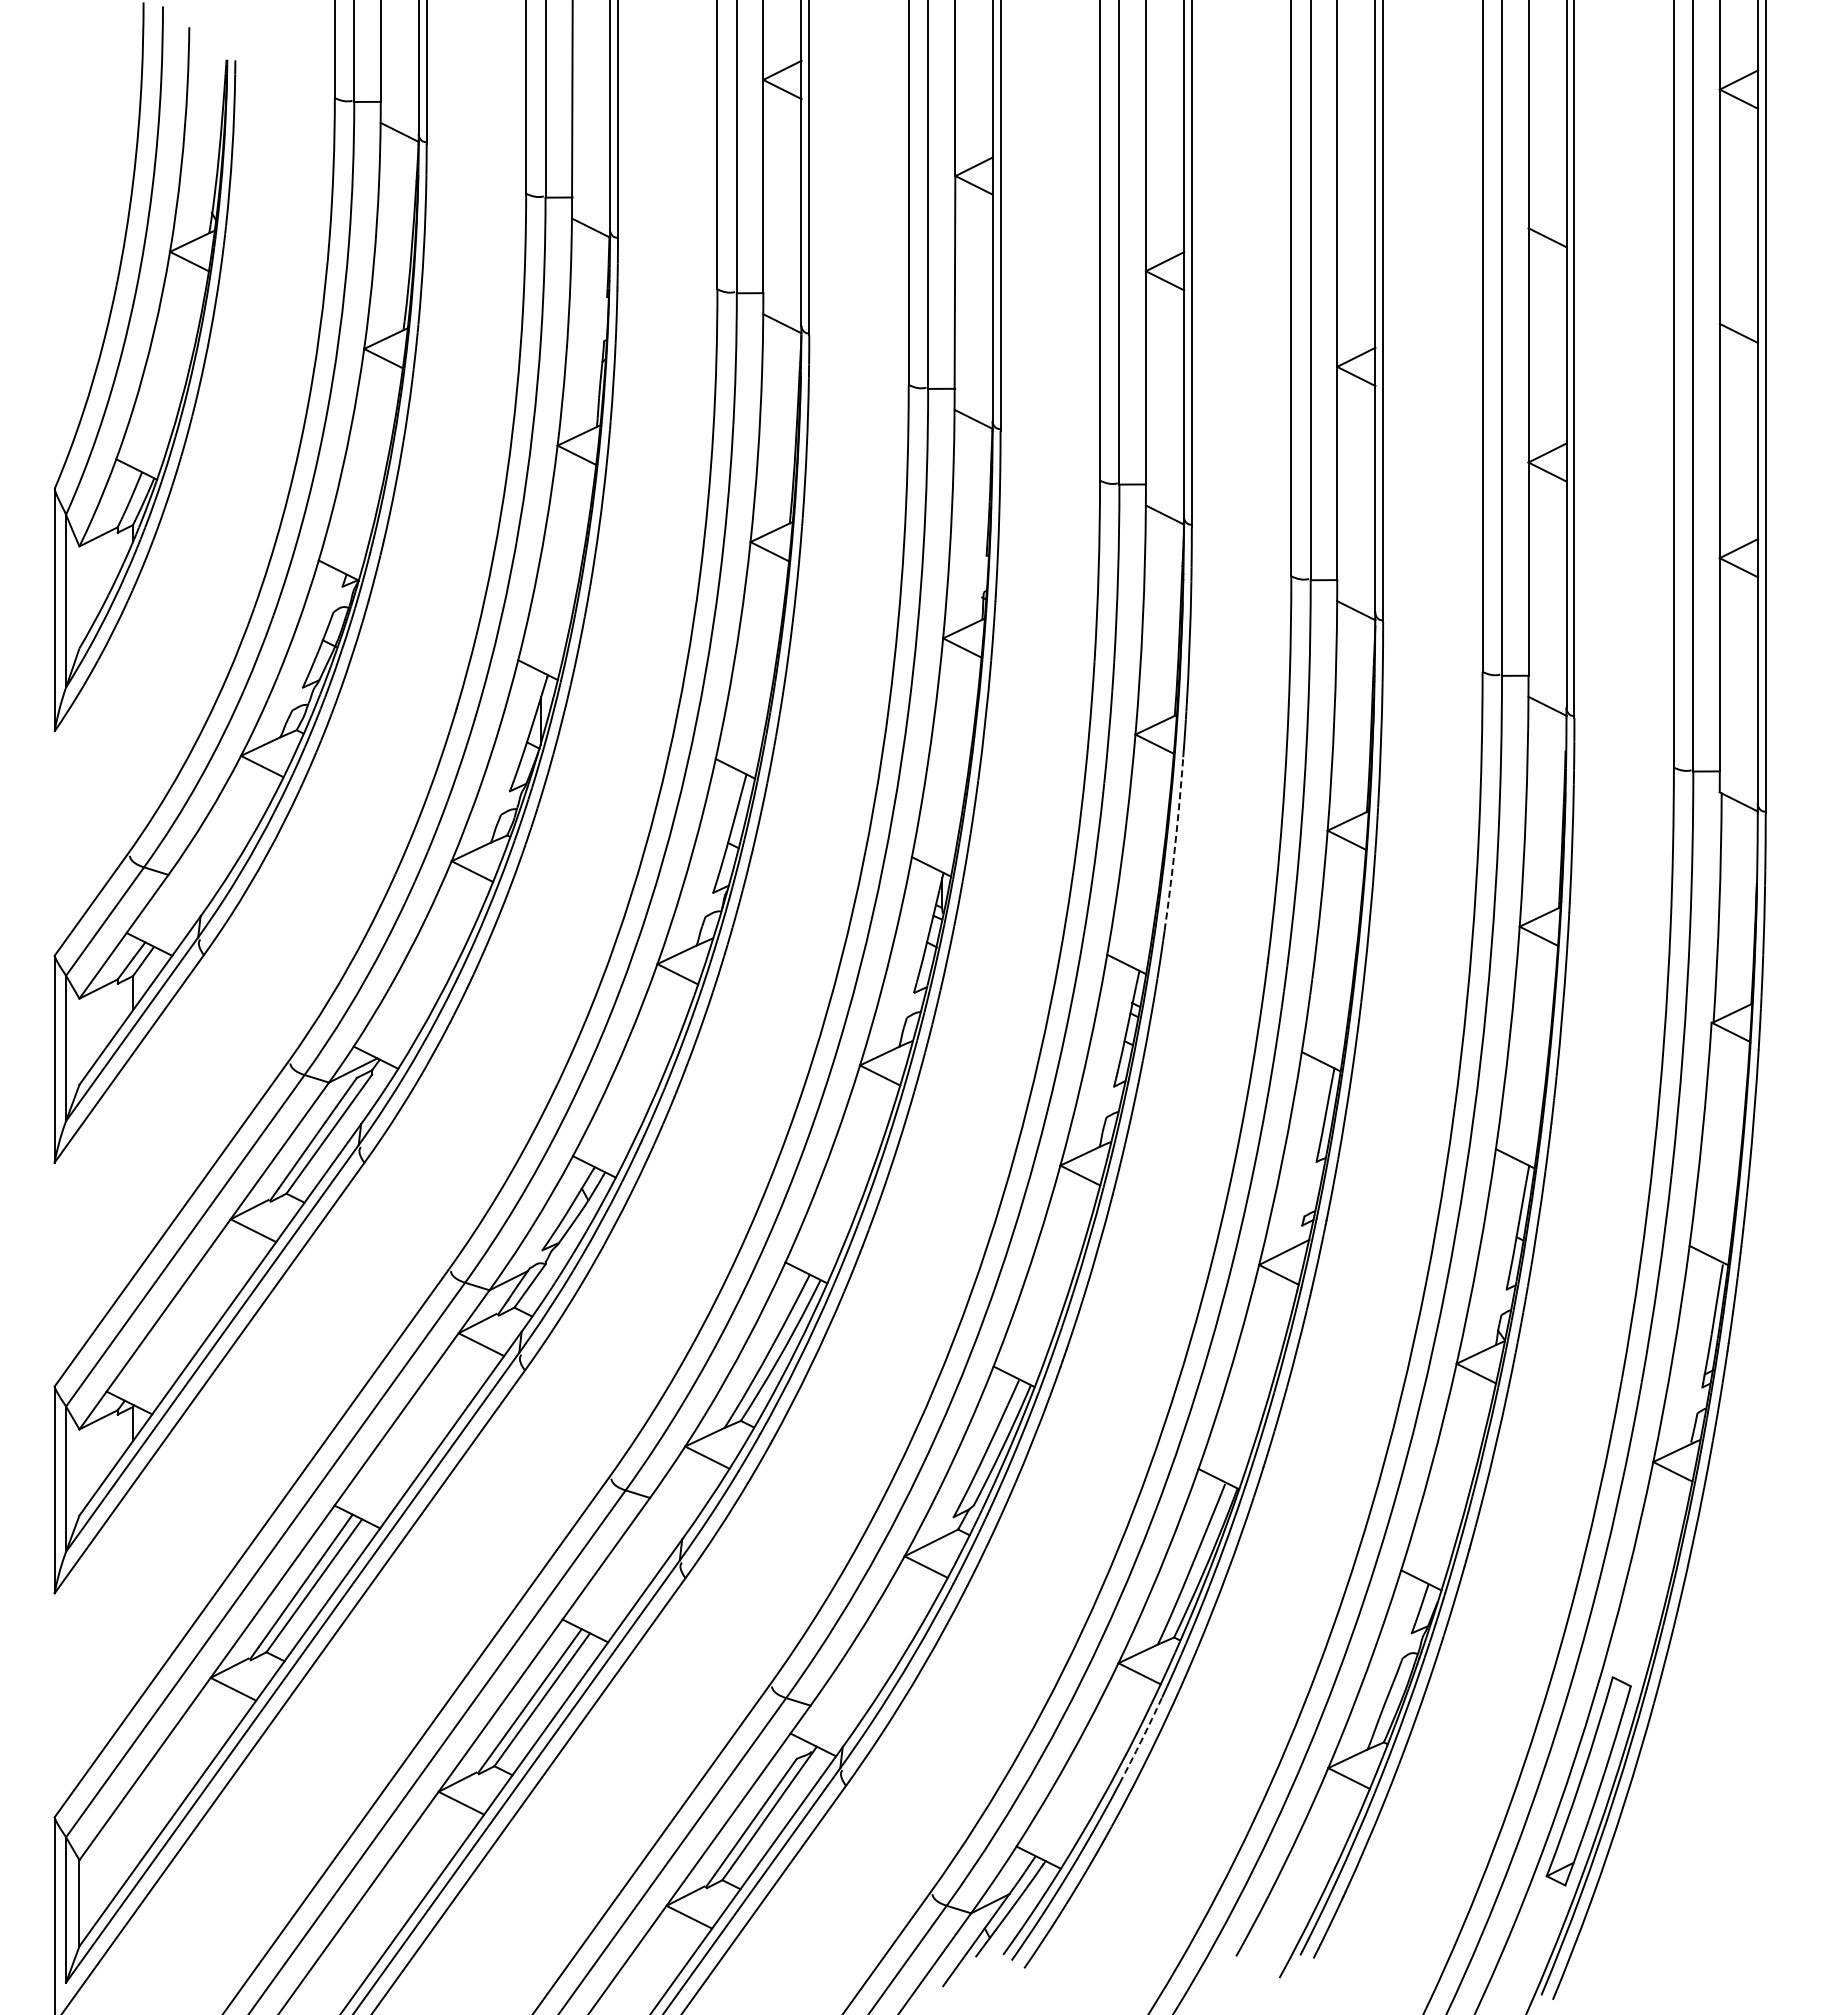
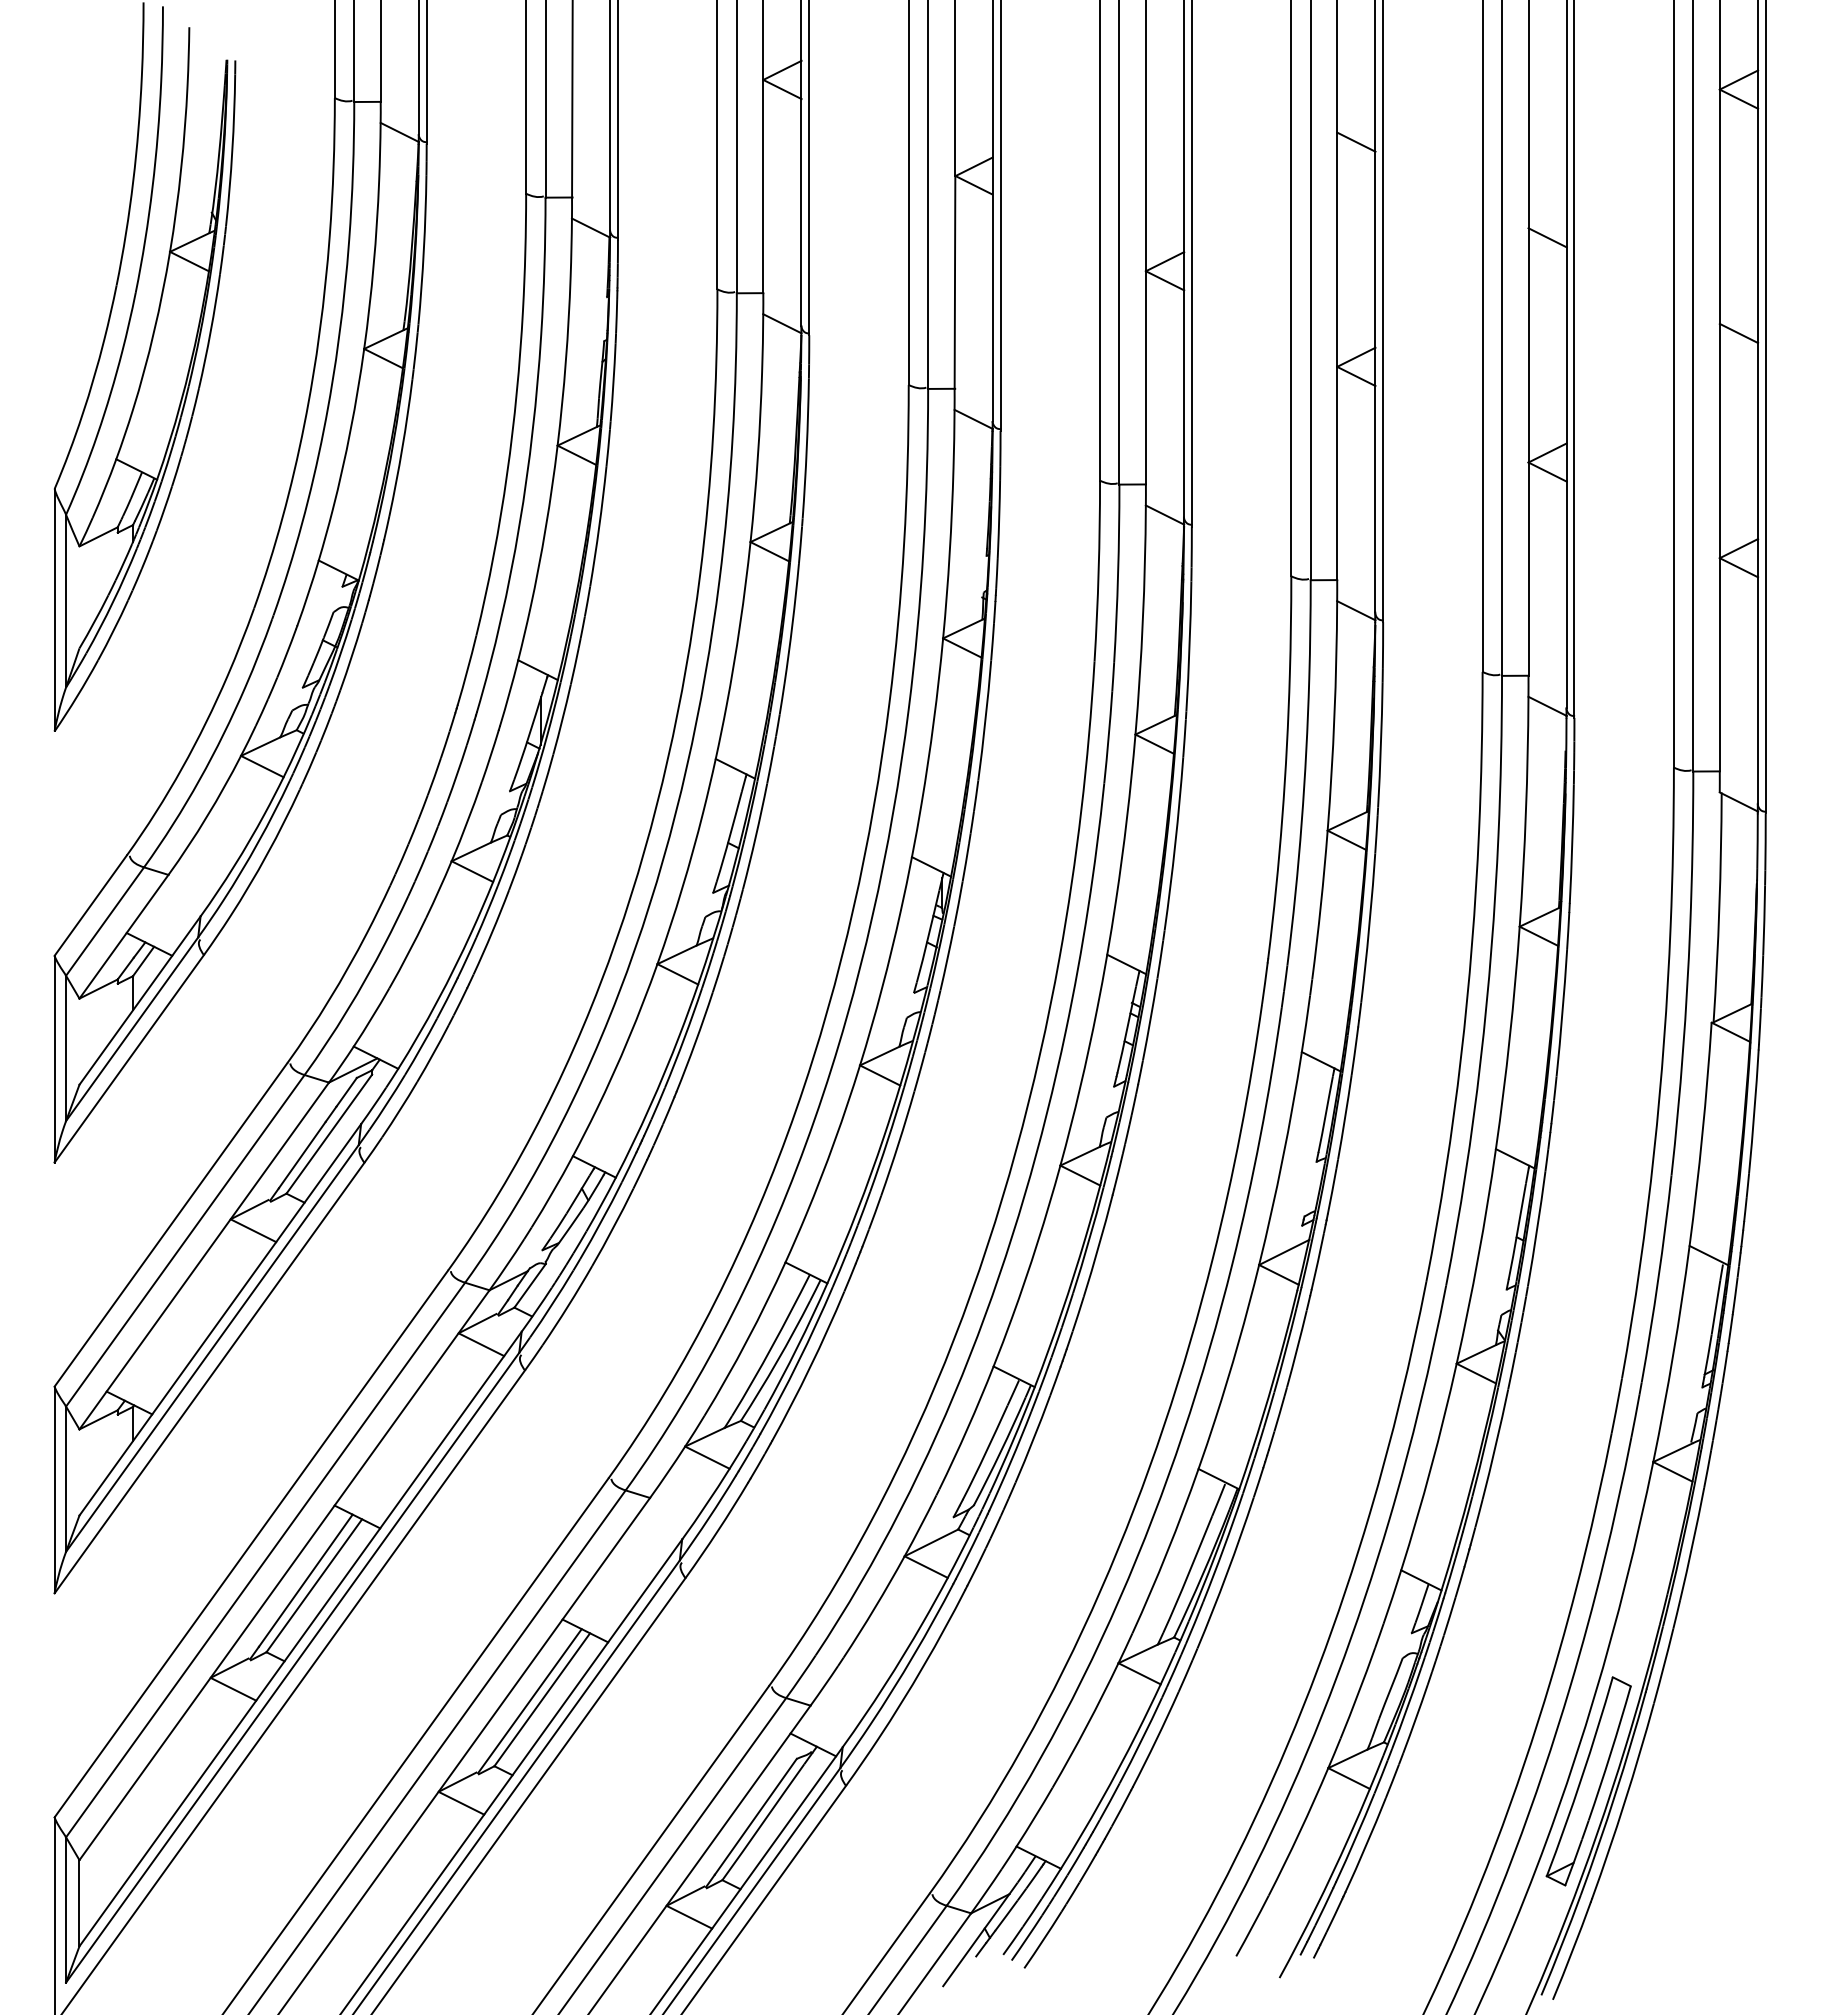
line at (1356, 141): none -> present
arc at (1175, 843): dashed -> solid
arc at (1141, 1740): dashed -> solid
